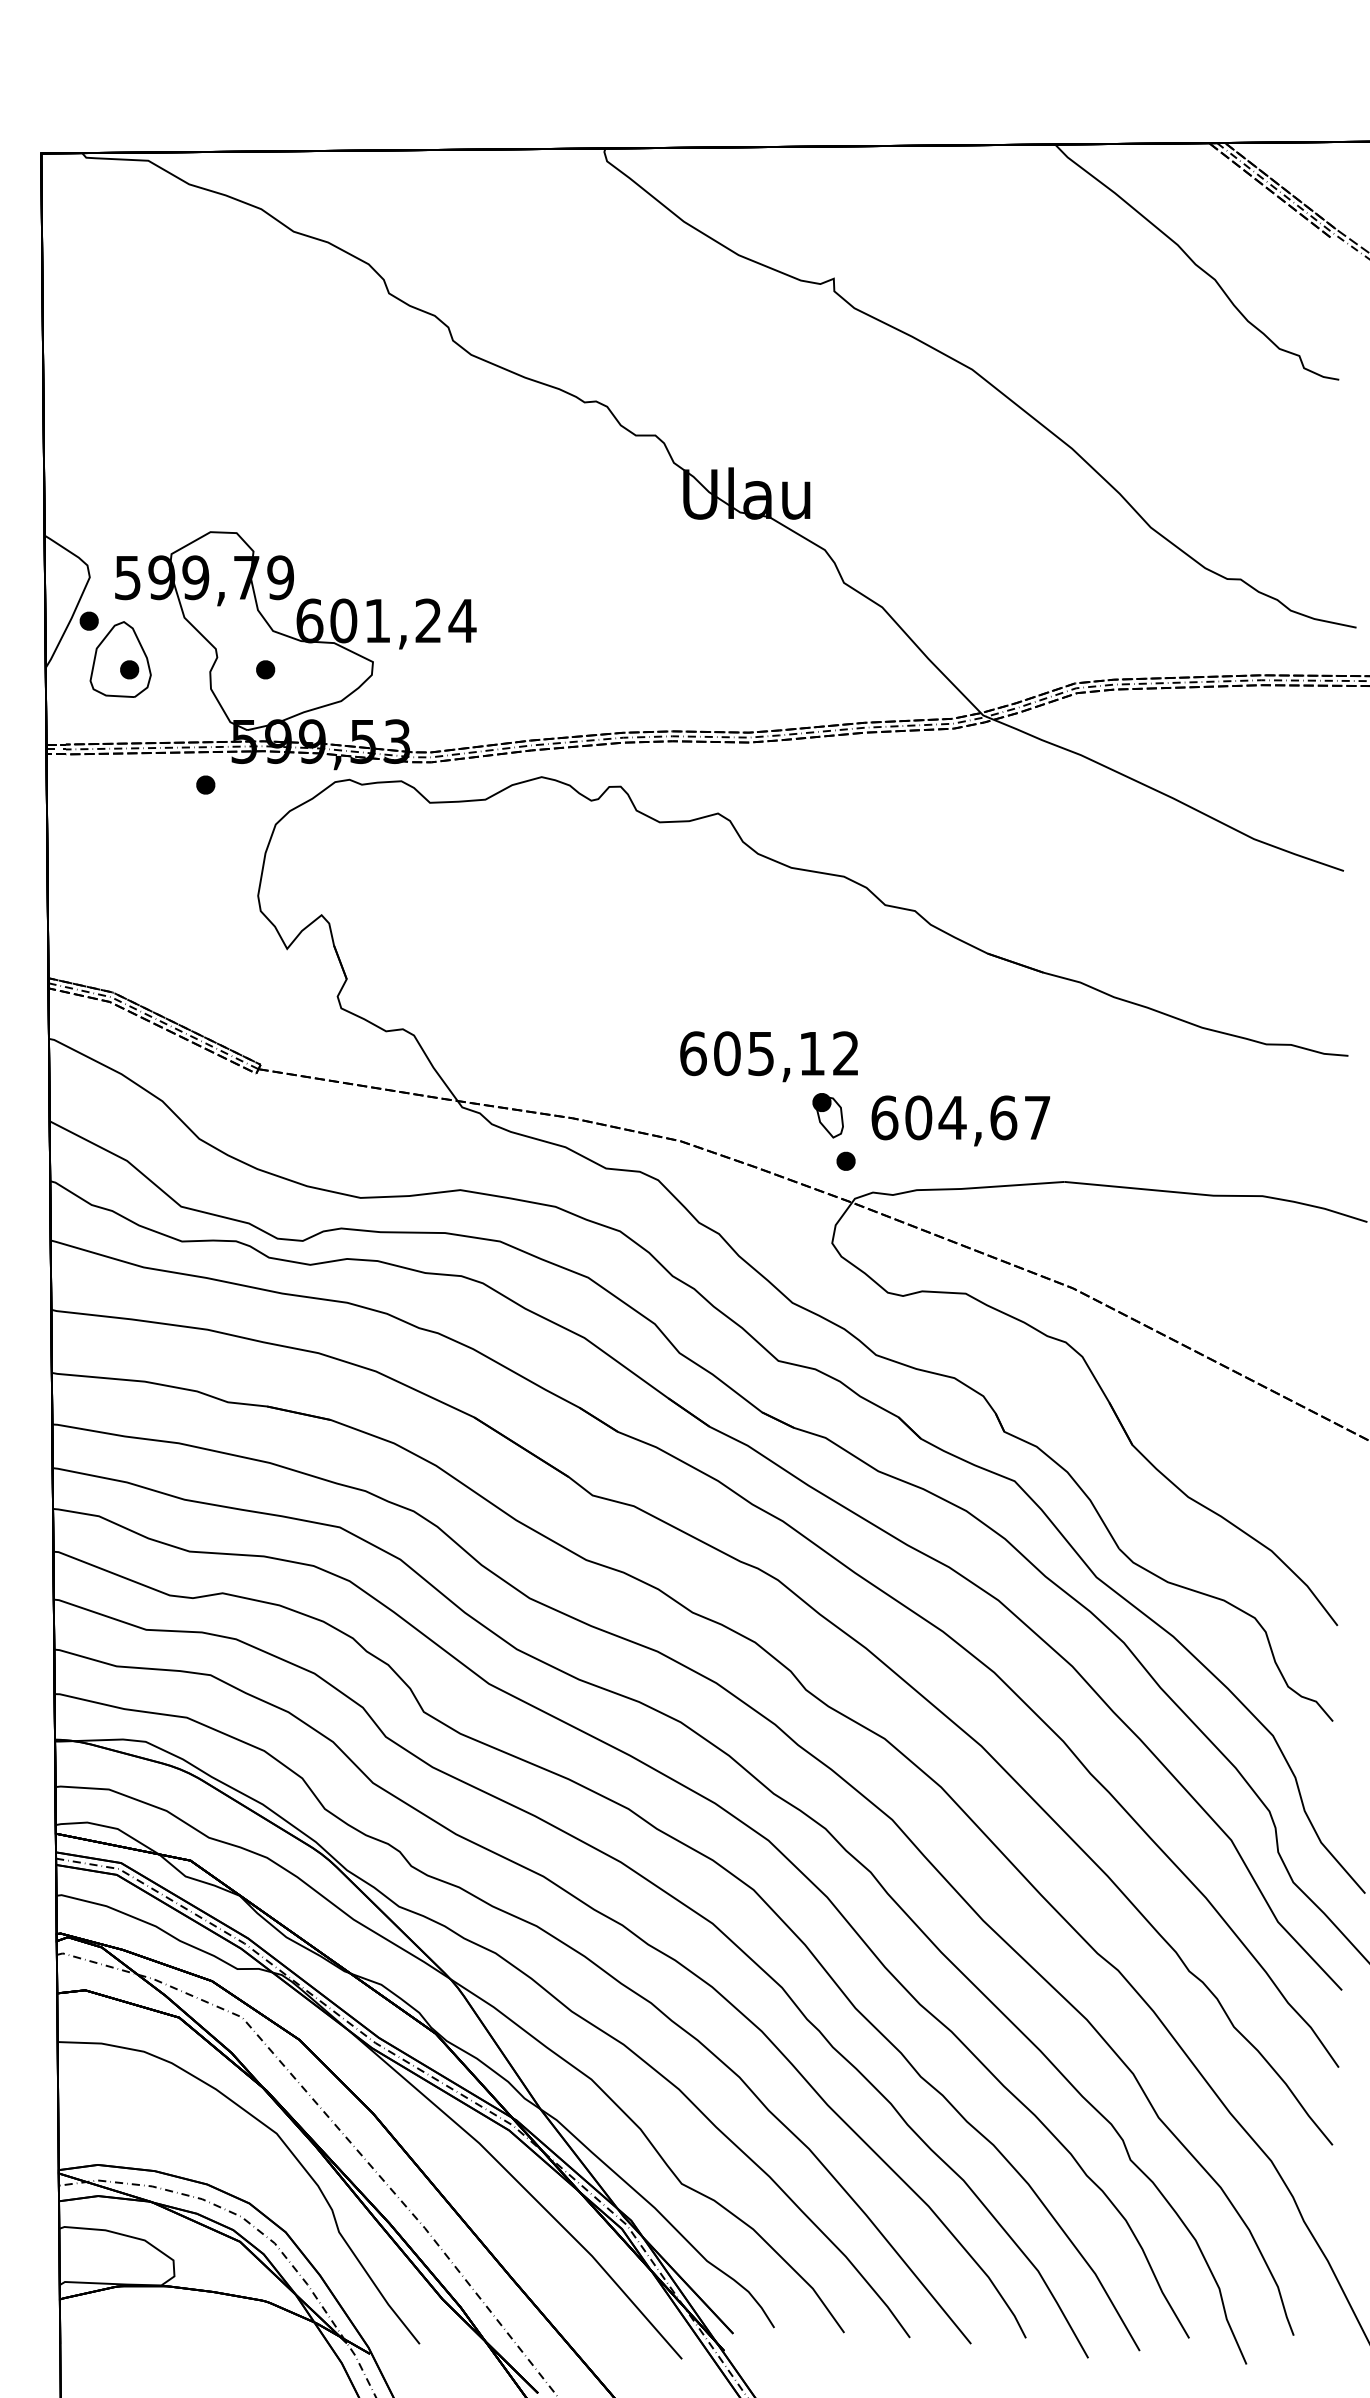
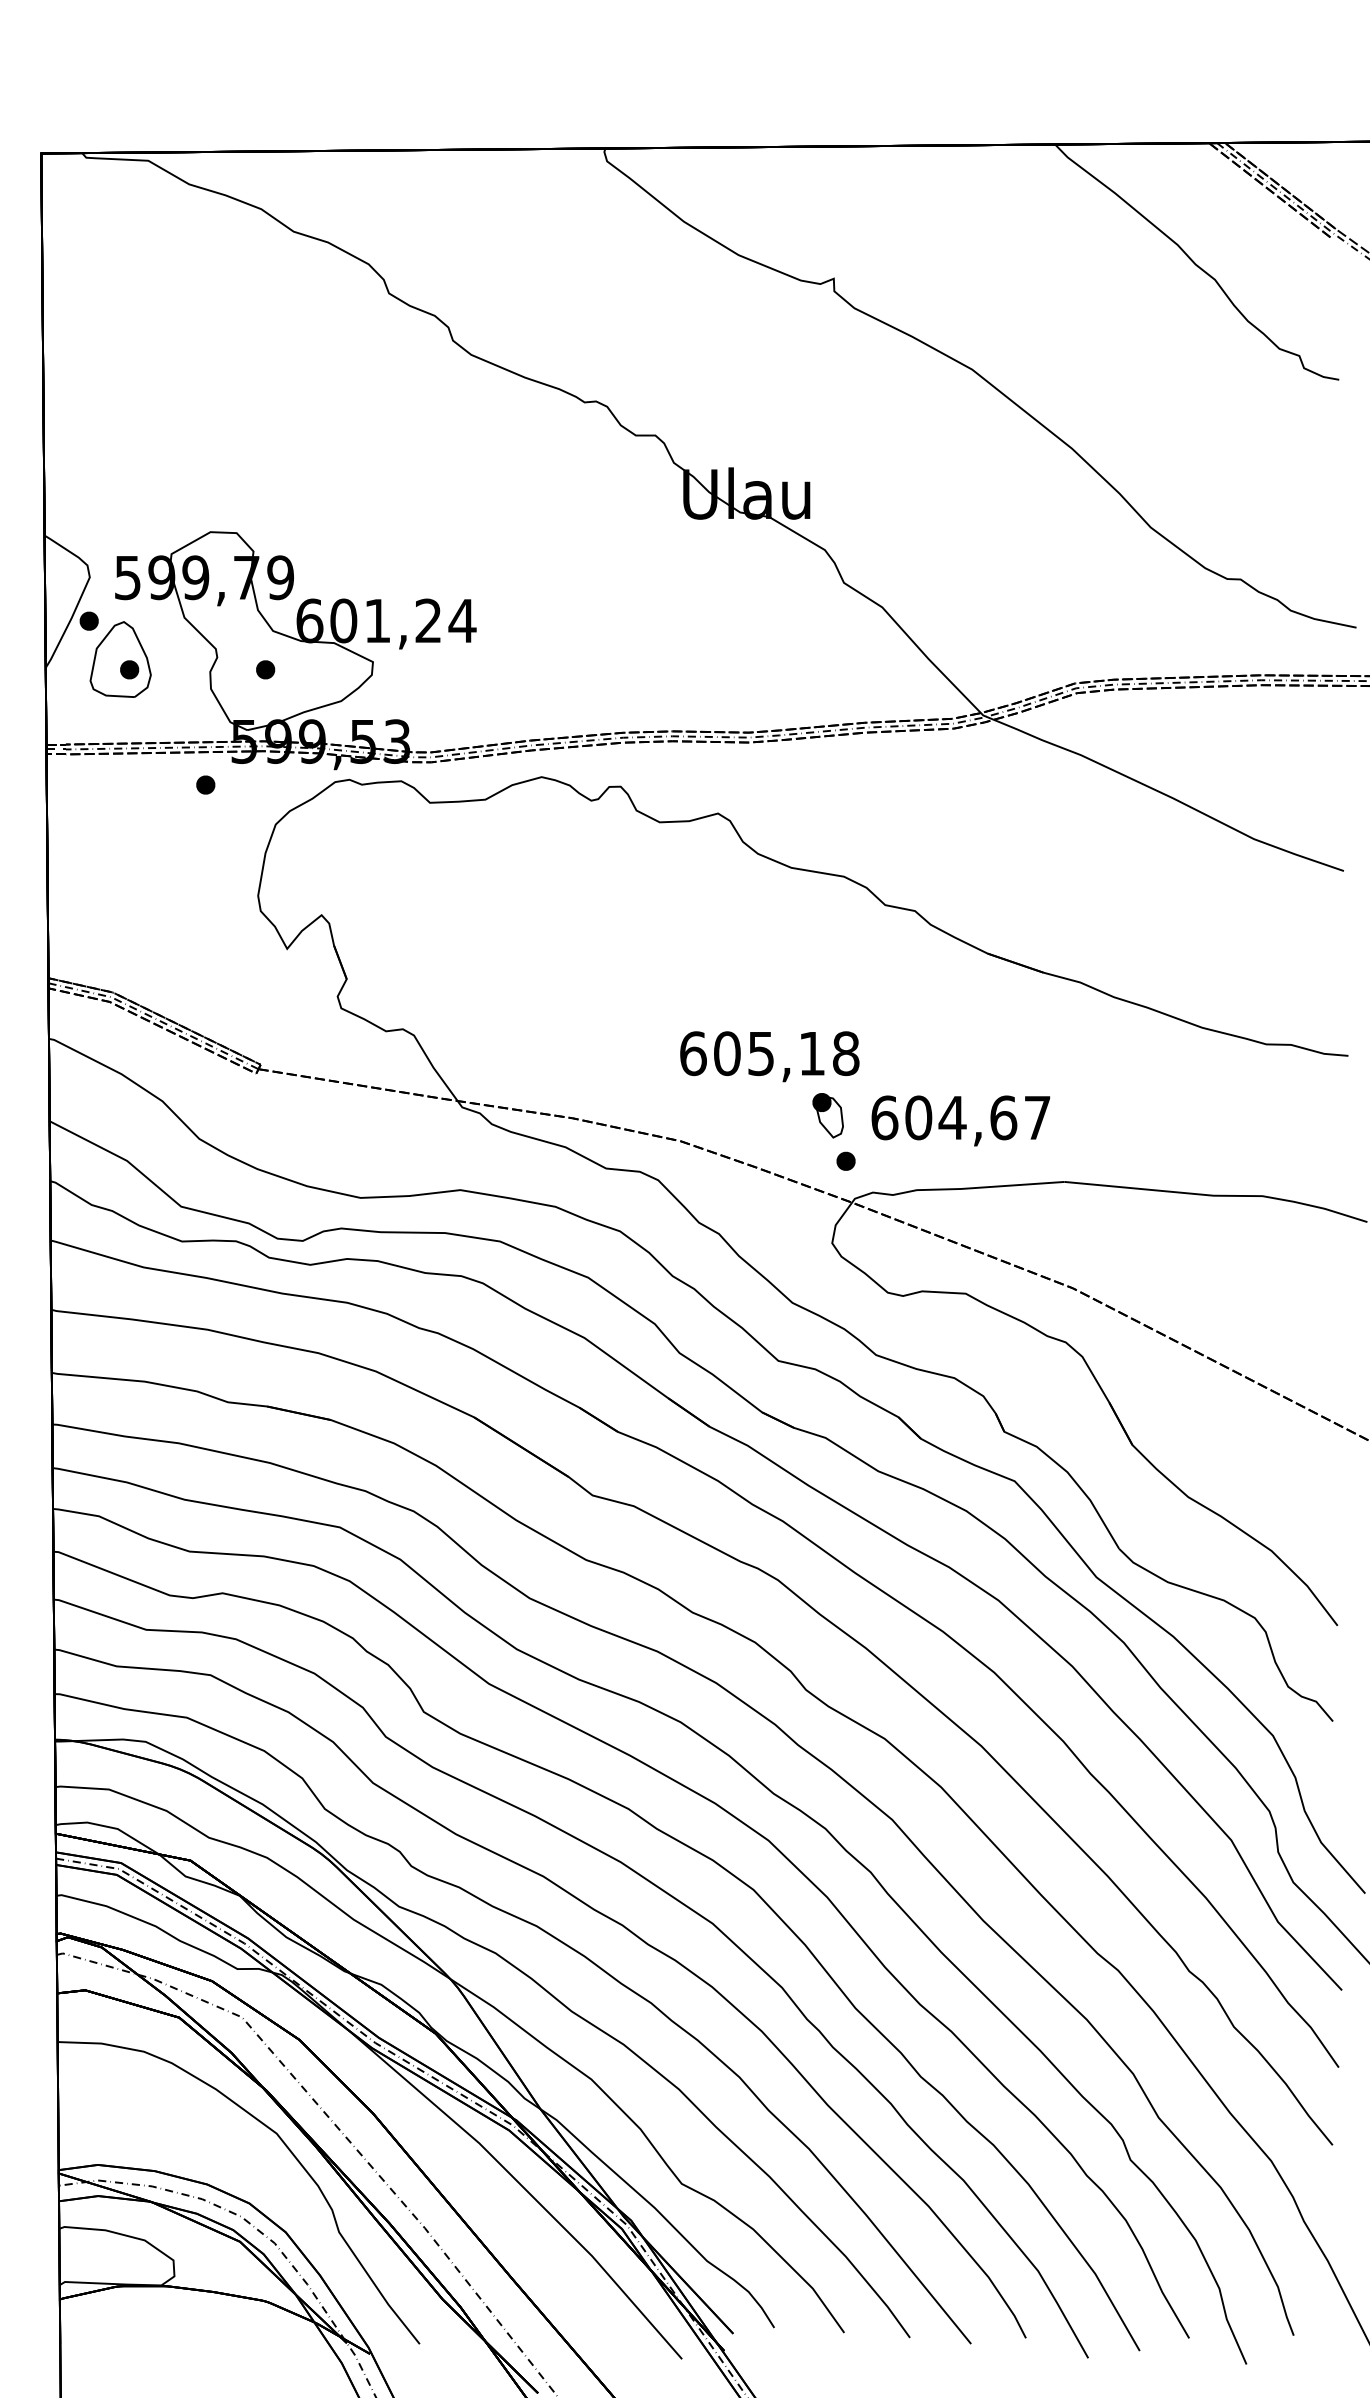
text at (846, 1053): 605,12 -> 605,18
